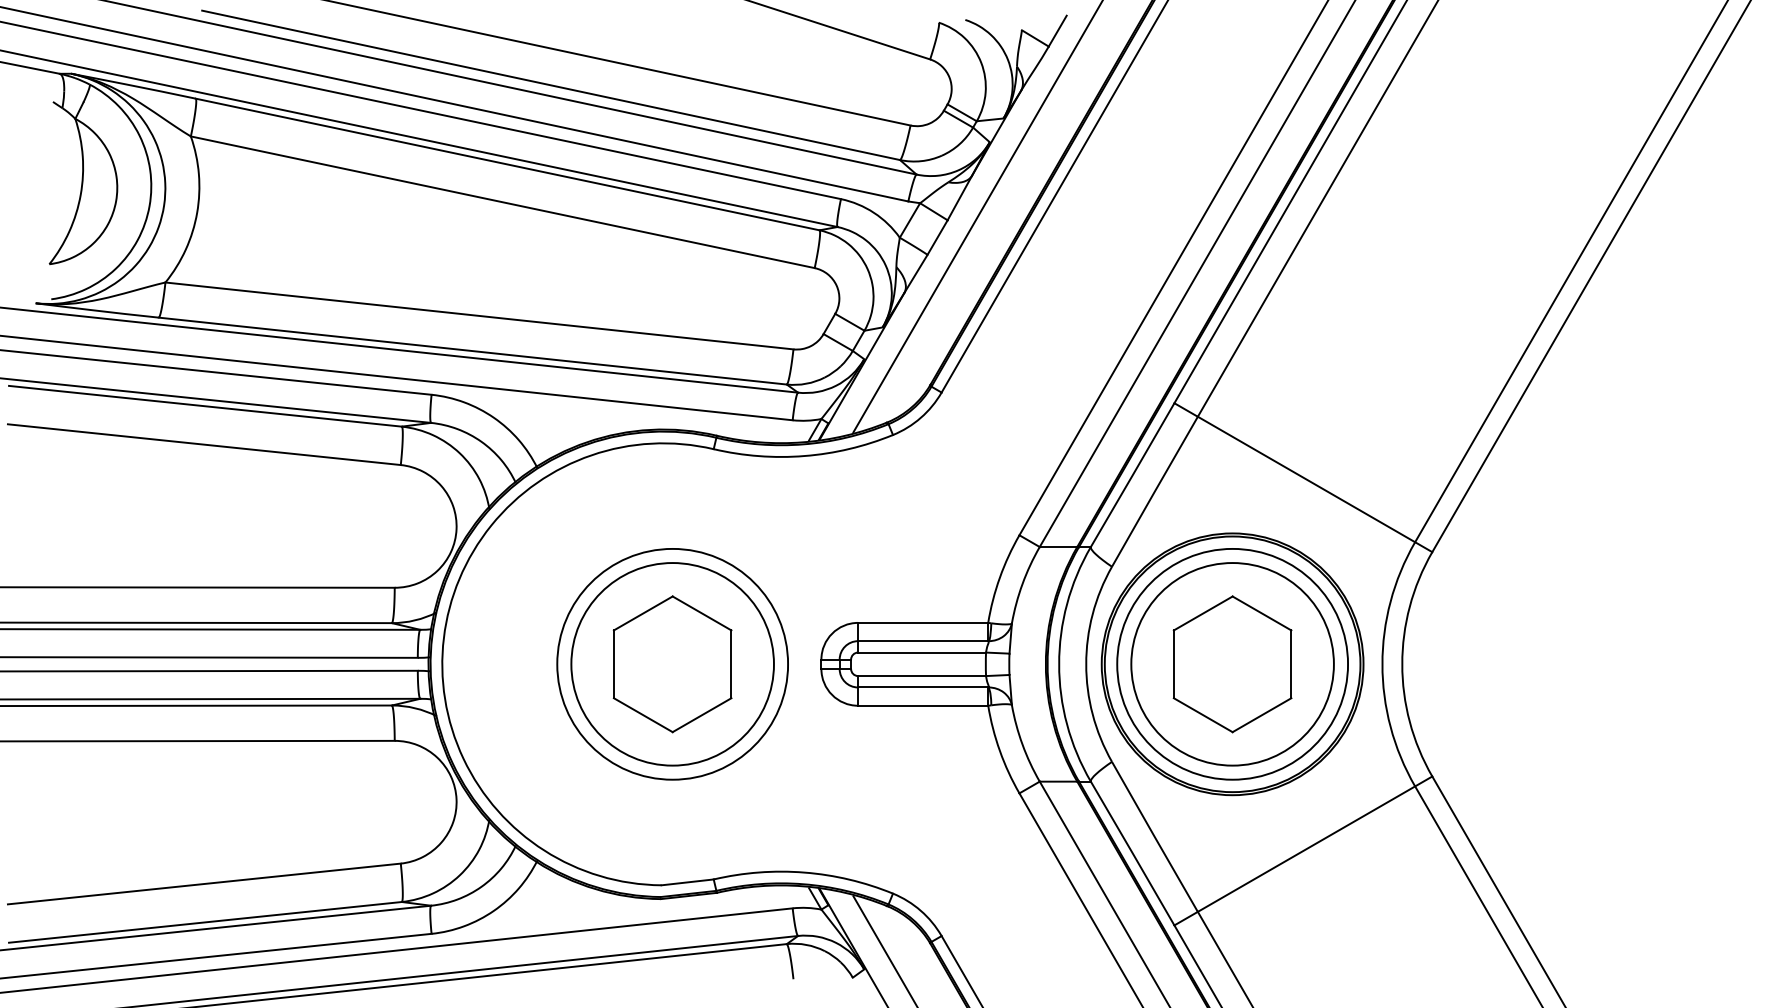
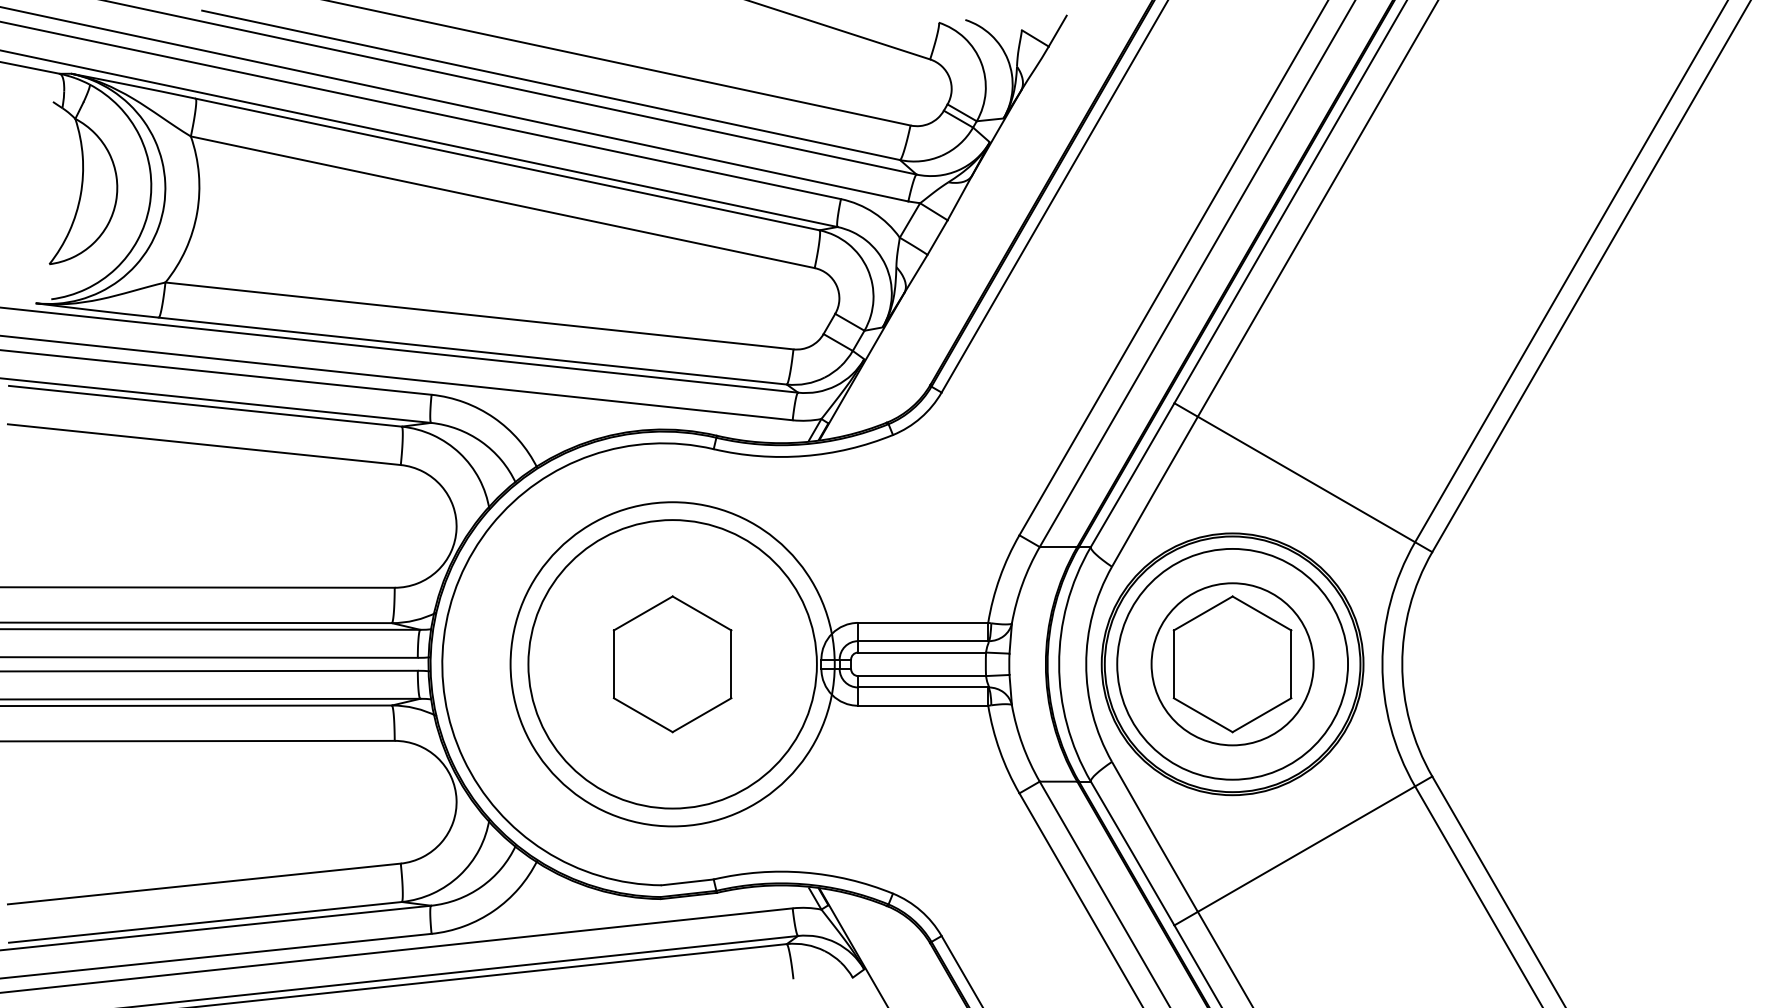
line at (977, 217): present -> none
circle at (672, 663) diameter: 231 px -> 289 px
circle at (672, 664) diameter: 203 px -> 324 px
circle at (1232, 664) diameter: 203 px -> 162 px
line at (884, 950): present -> none
